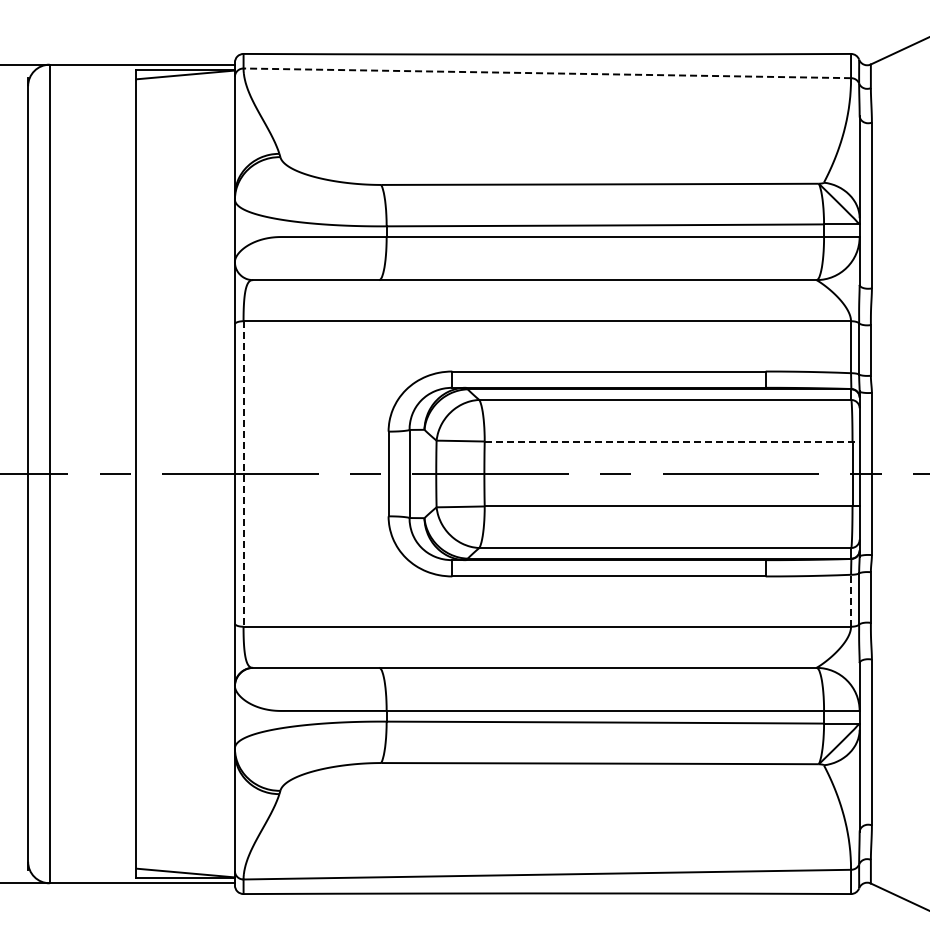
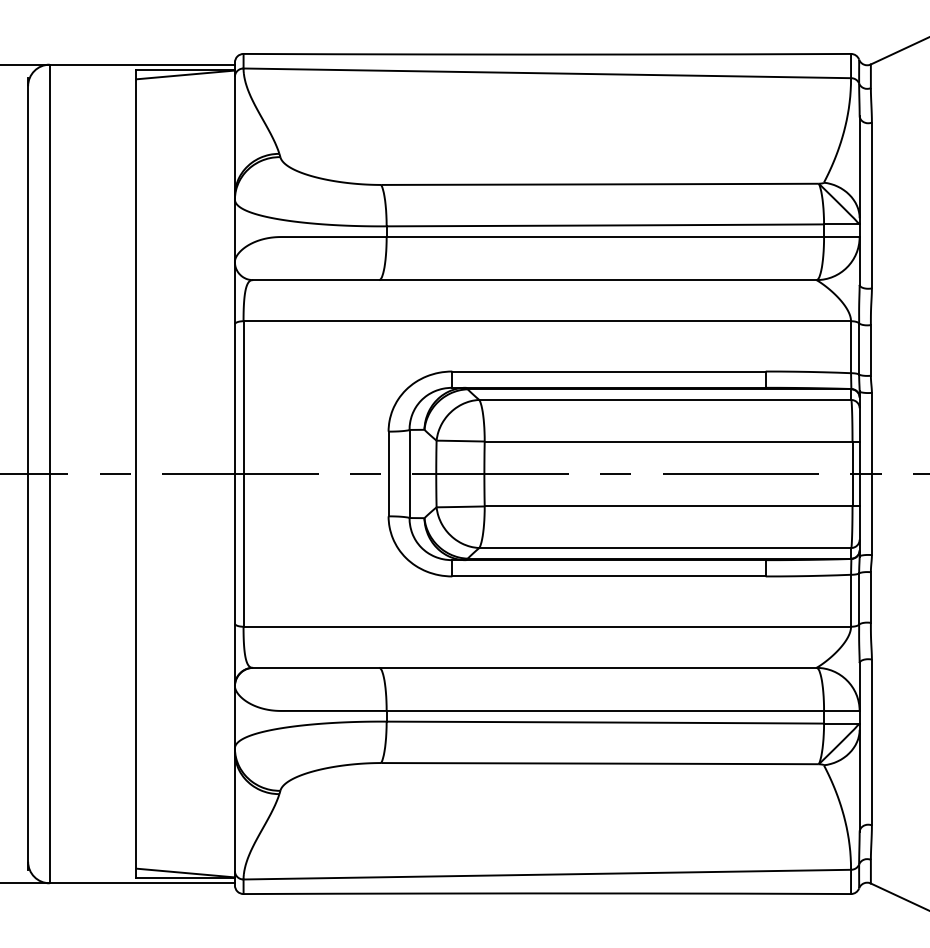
line at (547, 73): dashed -> solid
line at (672, 441): dashed -> solid
line at (243, 473): dashed -> solid
line at (851, 600): dashed -> solid
